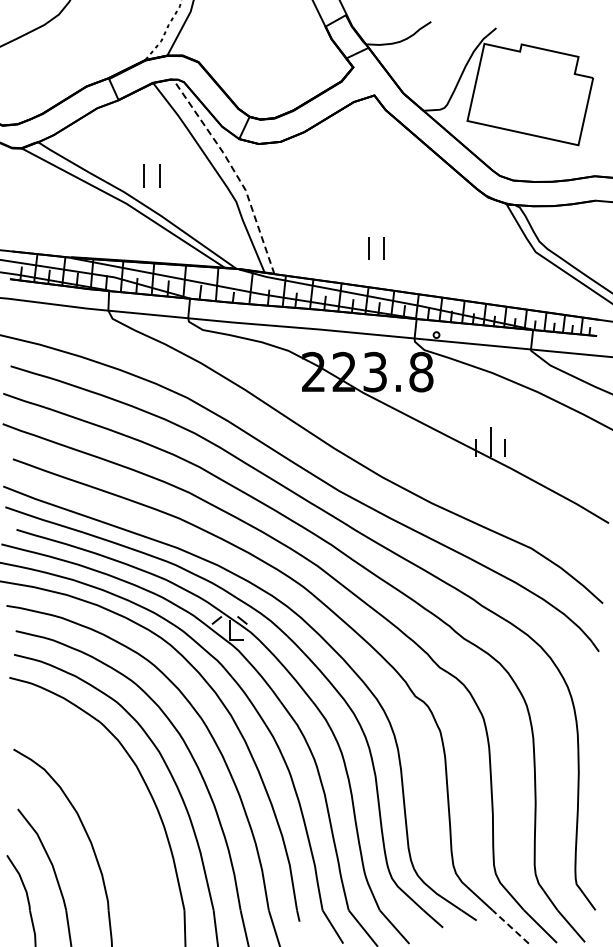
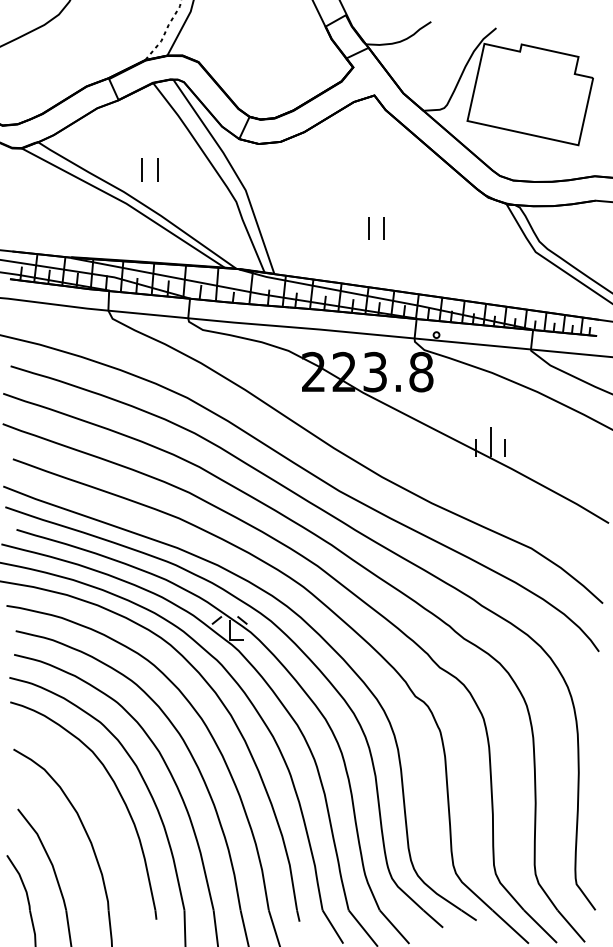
line at (234, 171): dashed -> solid
part at (144, 175) position: (144, 175) -> (142, 169)
part at (369, 248) position: (369, 248) -> (369, 228)
part at (117, 791): none -> present
line at (510, 926): dashed -> solid
